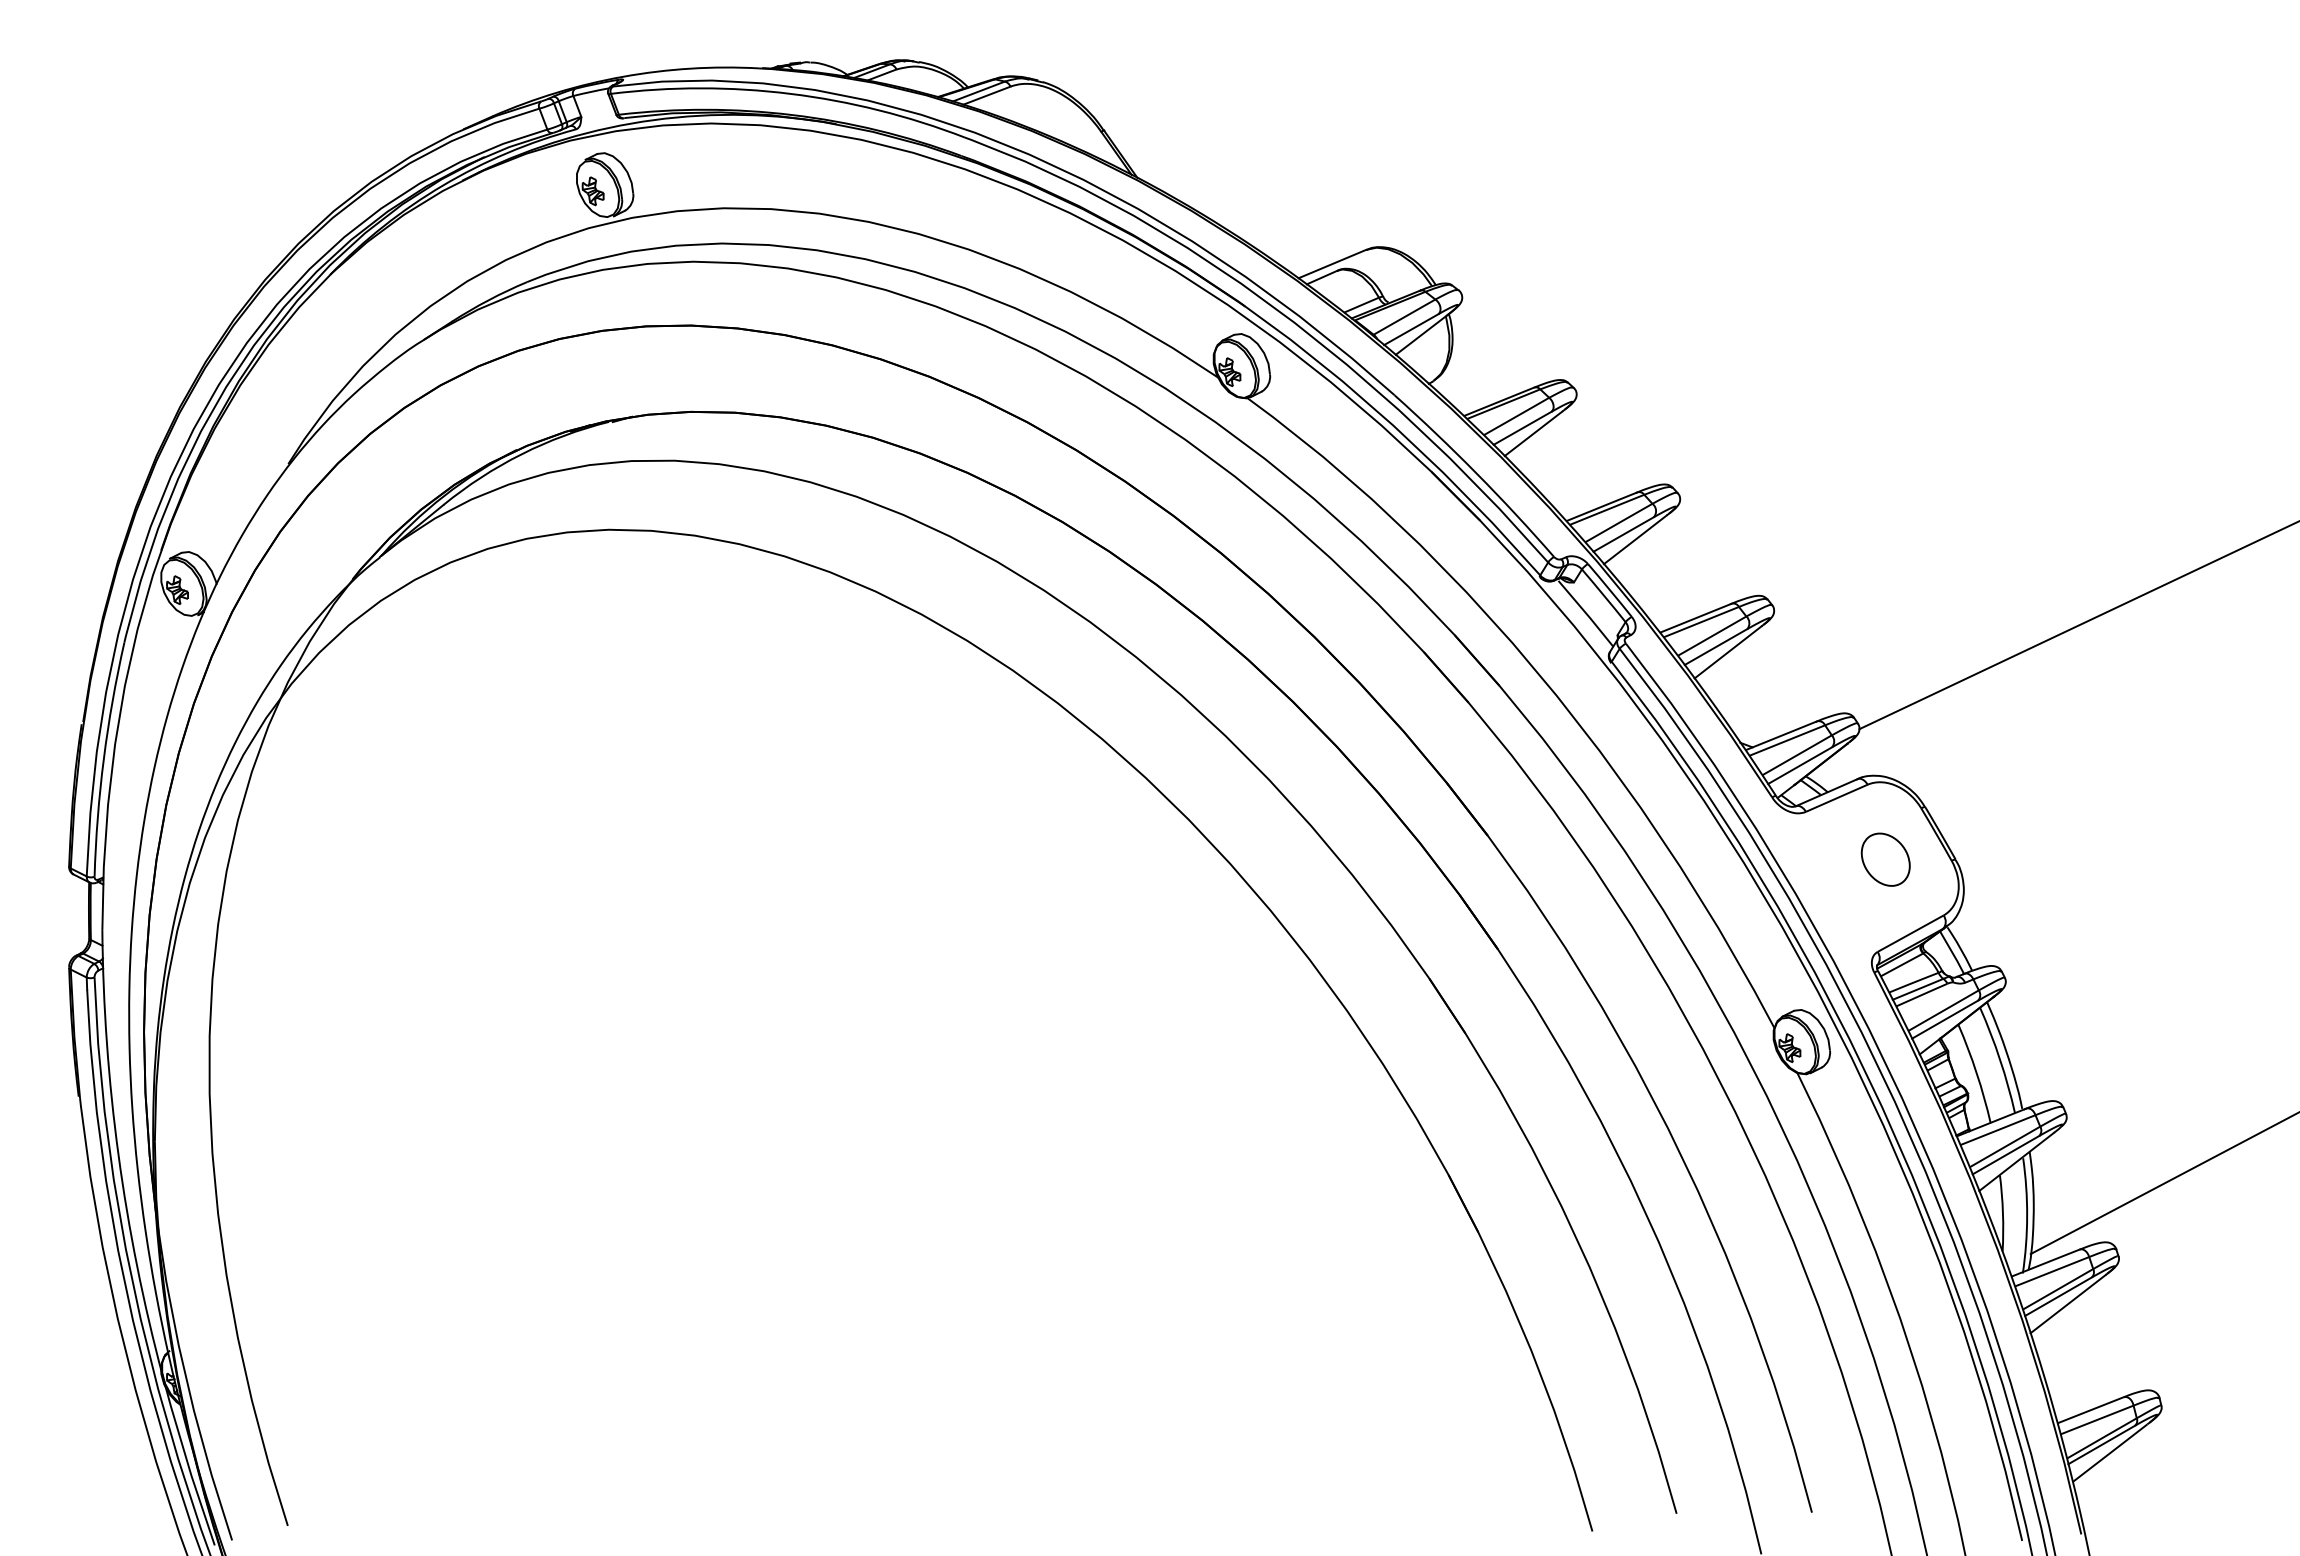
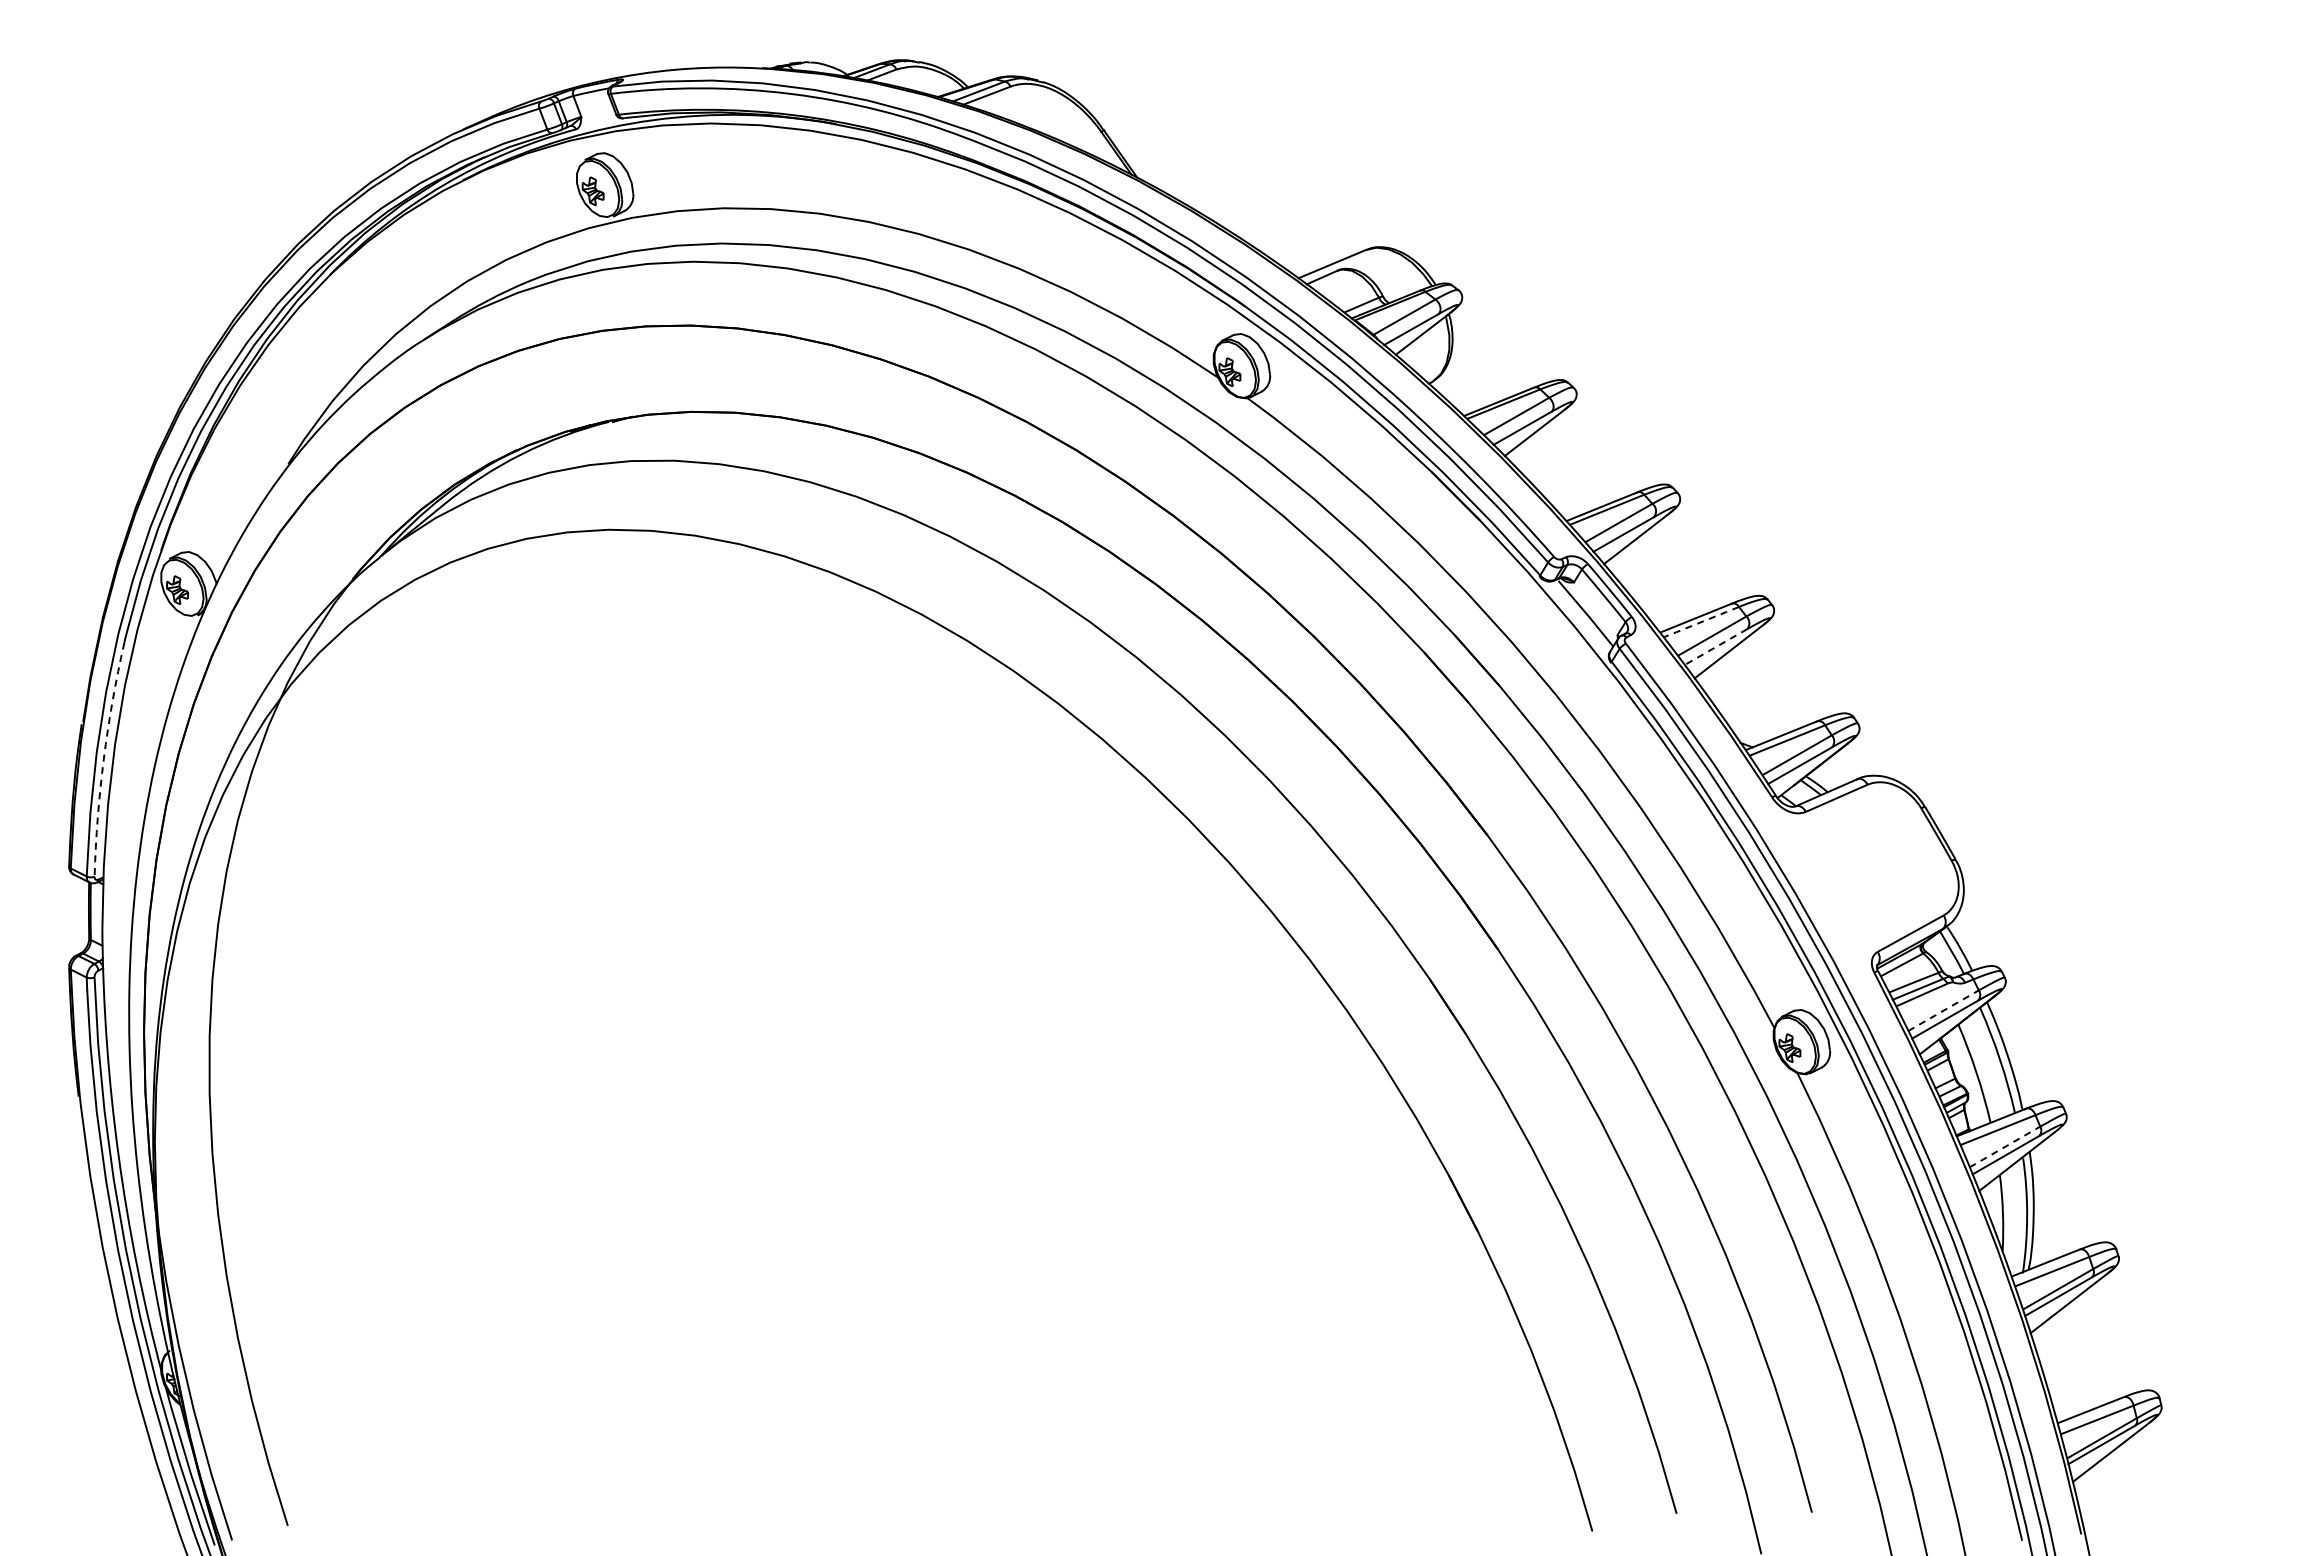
line at (1700, 622): solid -> dashed
line at (2077, 625): present -> none
line at (1715, 647): solid -> dashed
arc at (103, 758): solid -> dashed
part at (1885, 859): present -> none
line at (1944, 1010): solid -> dashed
line at (2005, 1146): solid -> dashed
line at (2163, 1183): present -> none
